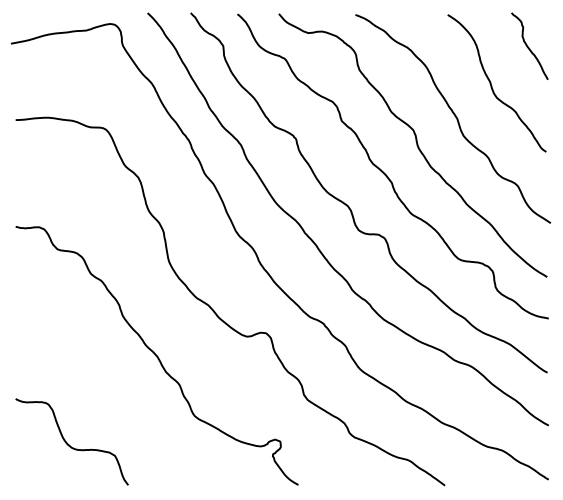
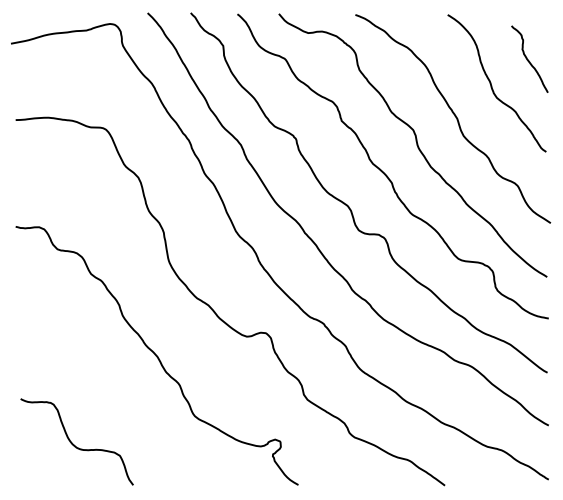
curve at (528, 46) position: (528, 46) -> (528, 59)
curve at (68, 443) position: (68, 443) -> (73, 443)
